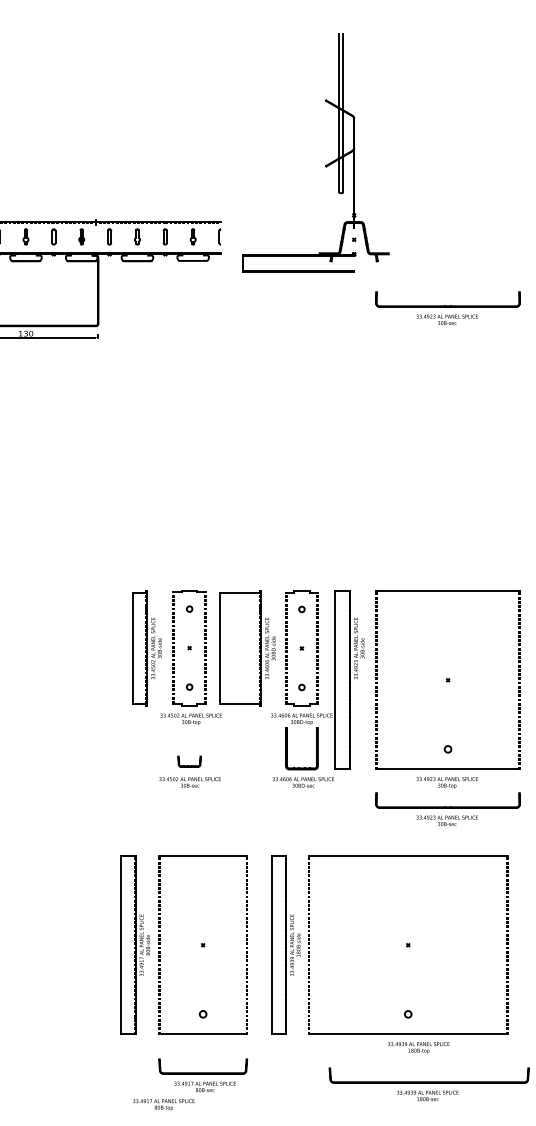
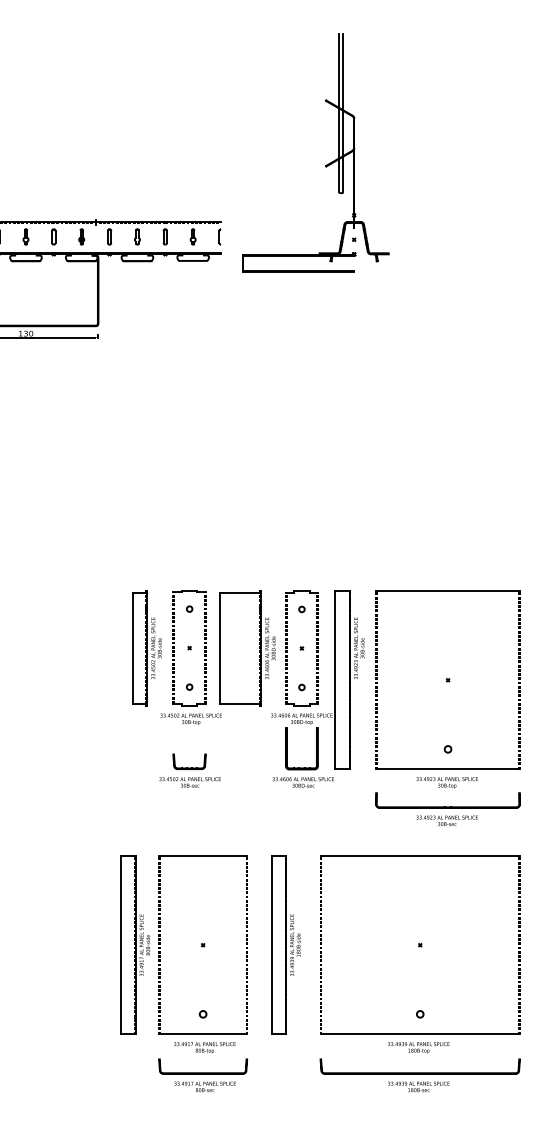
part at (447, 307): present -> none
part at (189, 761) size: 25x13 px -> 35x17 px
part at (408, 944) position: (408, 944) -> (420, 944)
part at (428, 1084) position: (428, 1084) -> (419, 1075)
text at (163, 1104) position: (163, 1104) -> (204, 1047)
